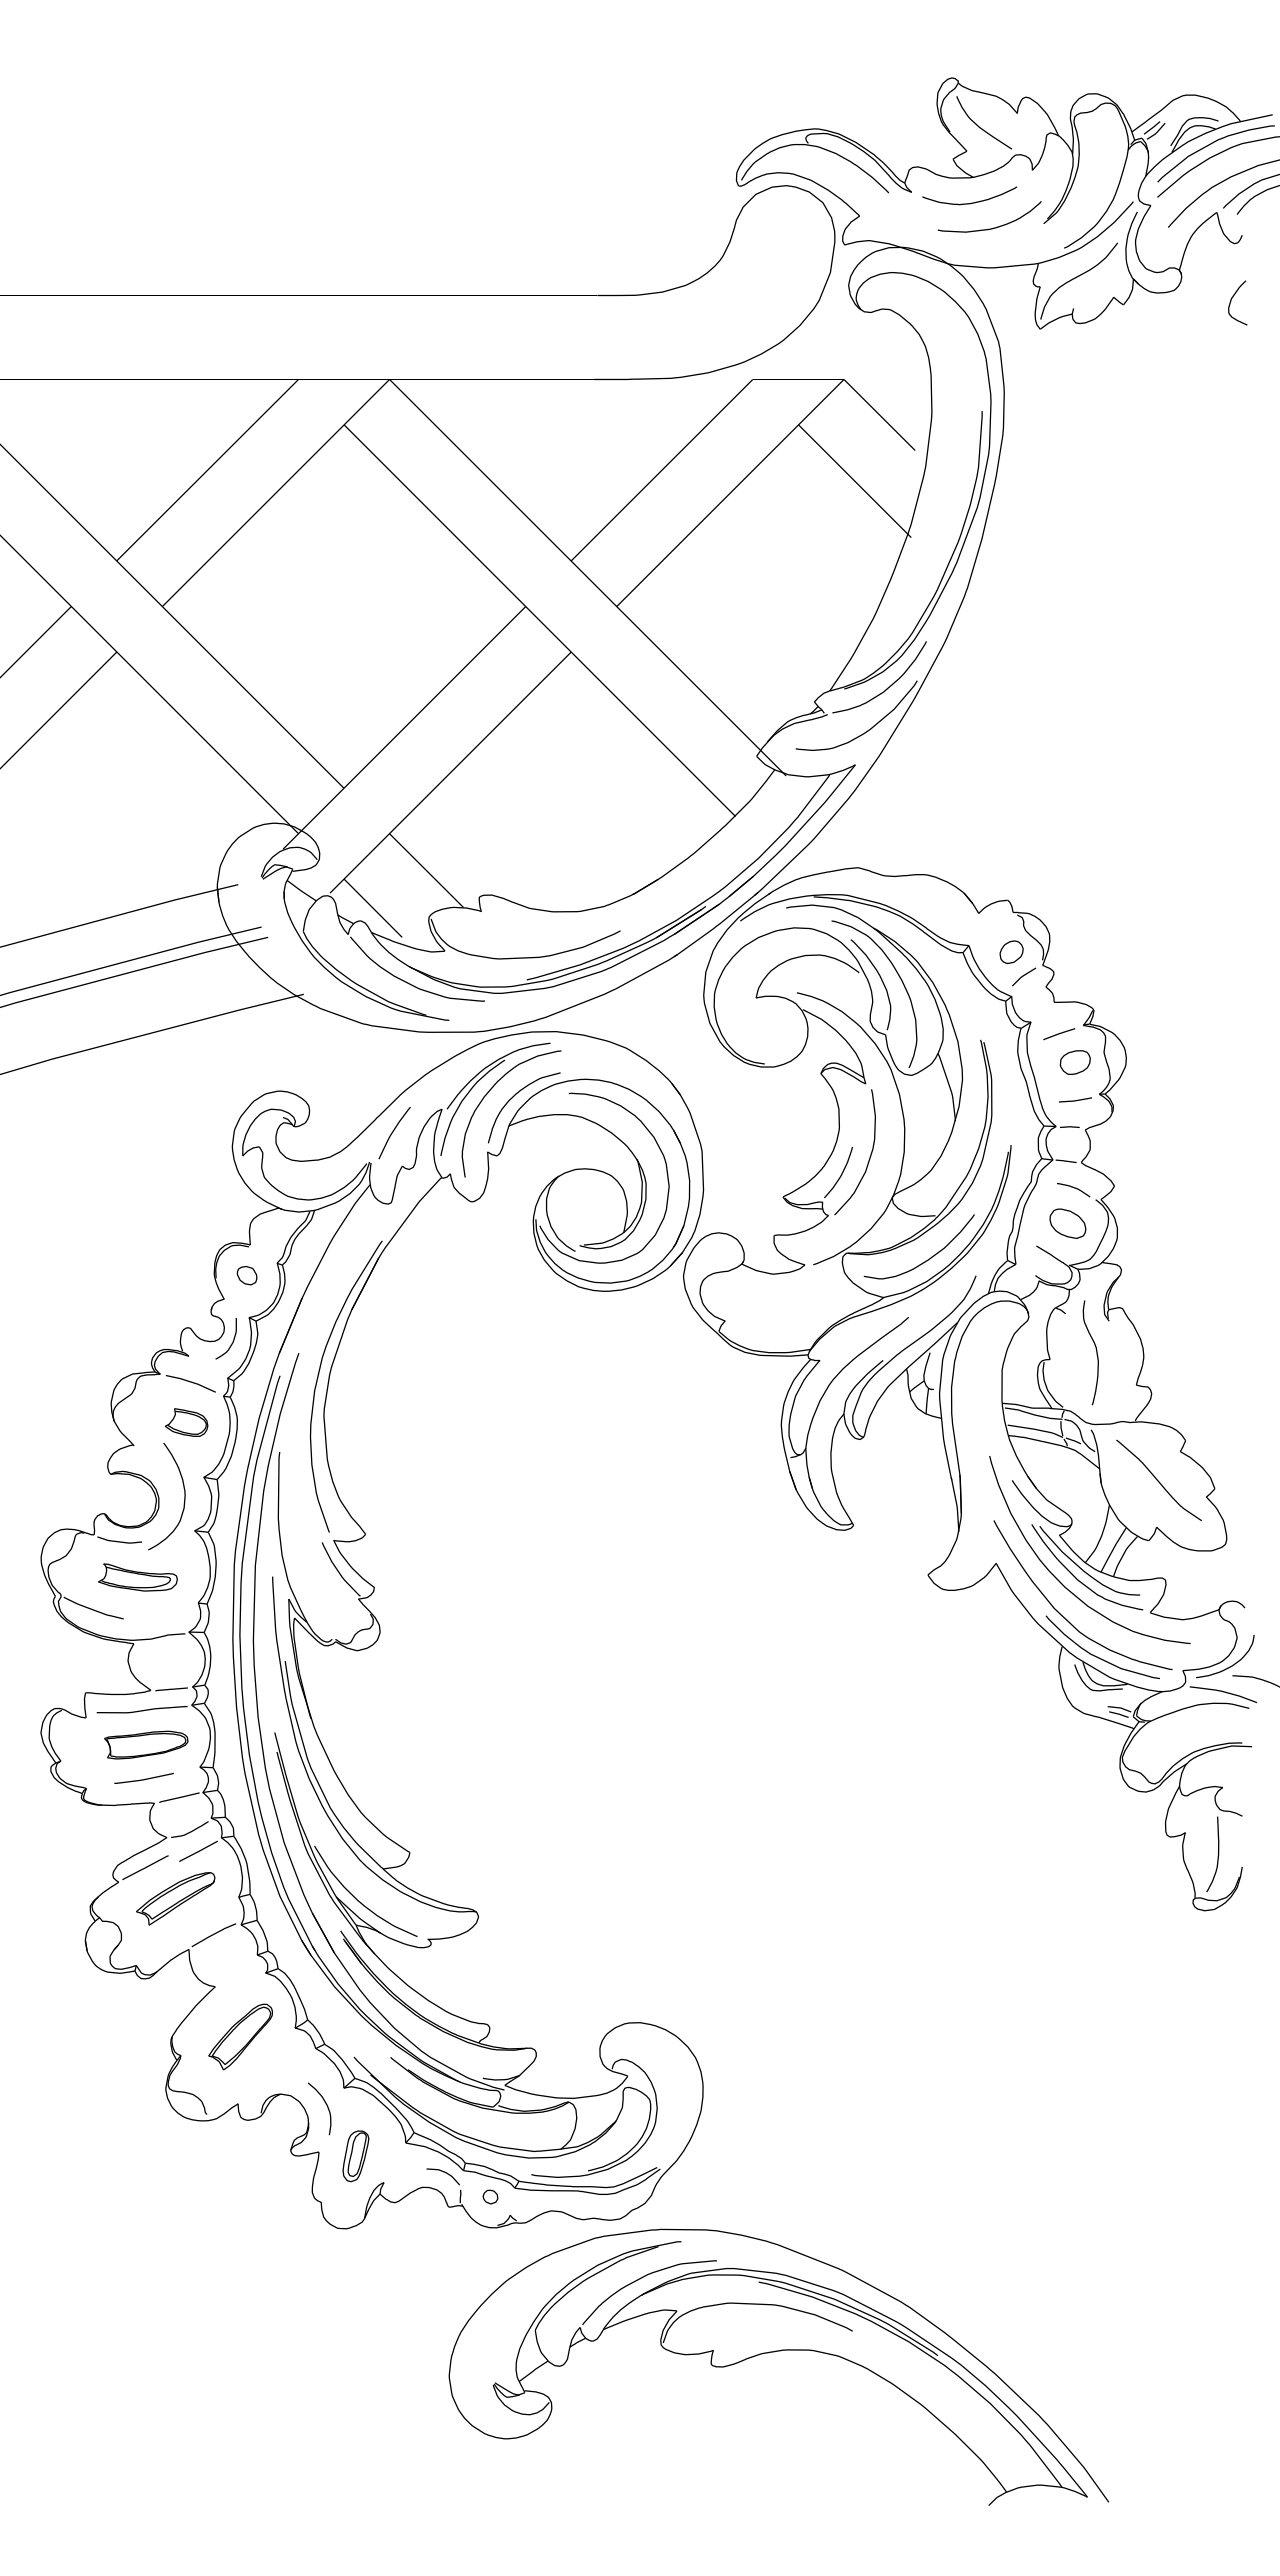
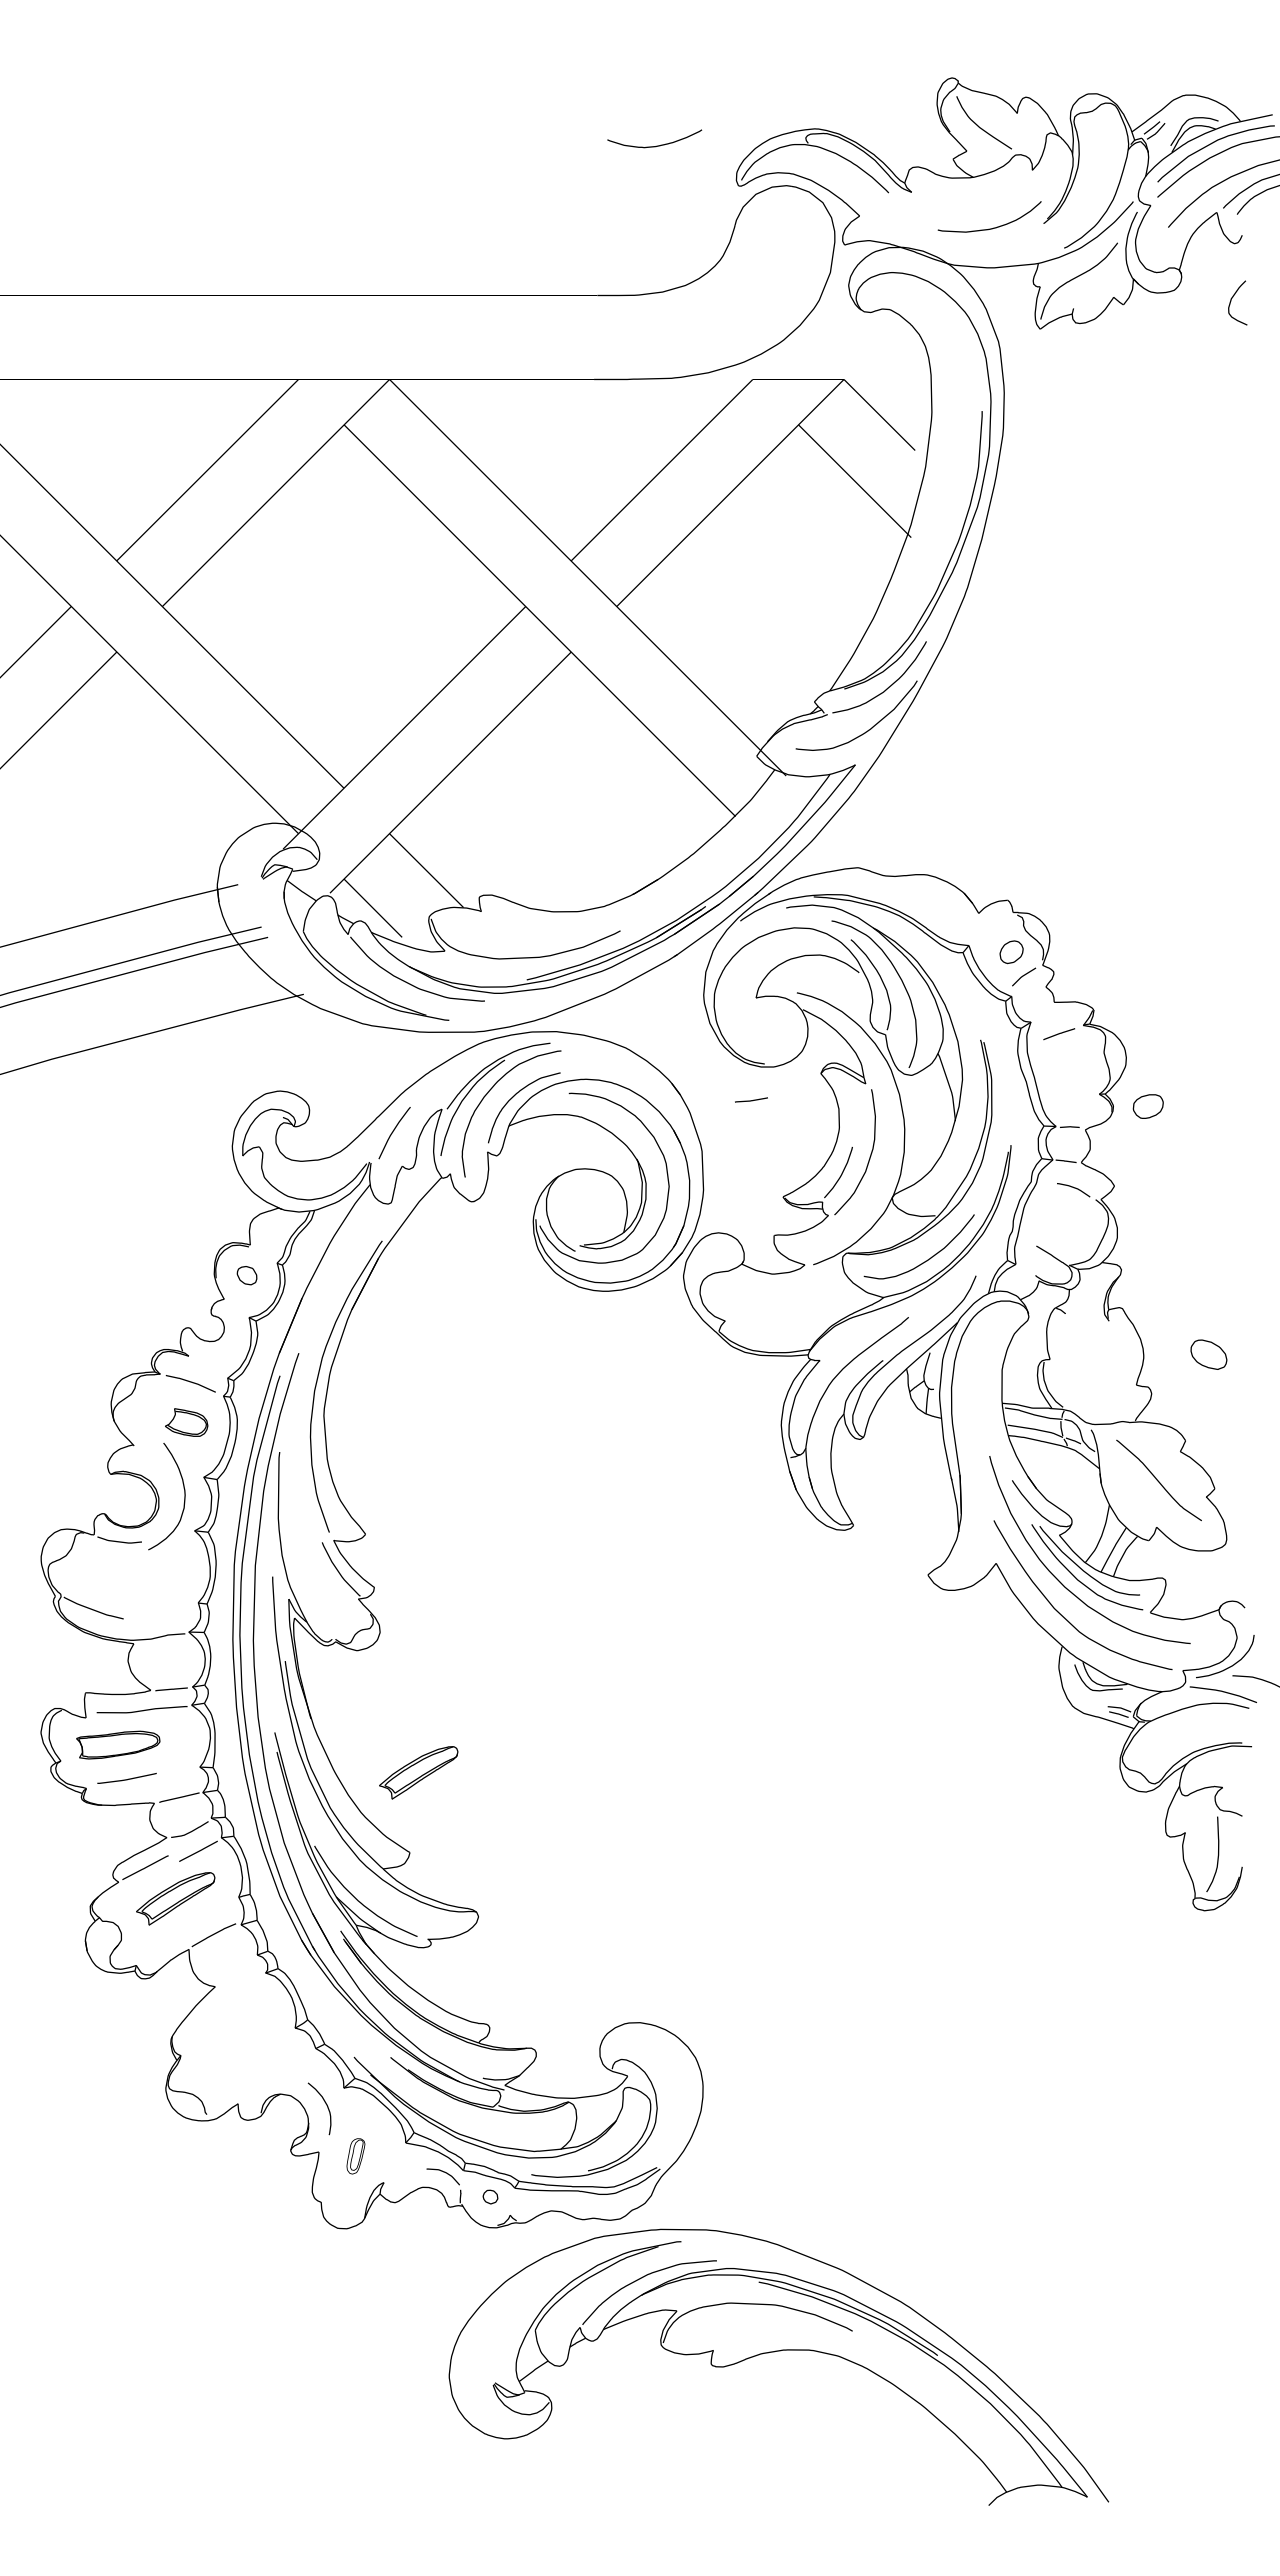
curve at (971, 202) position: (971, 202) -> (656, 145)
part at (1074, 1062) position: (1074, 1062) -> (1147, 1106)
curve at (1075, 1100) position: (1075, 1100) -> (751, 1100)
part at (1067, 1223) position: (1067, 1223) -> (1208, 1354)
curve at (232, 1341): present -> none
curve at (1096, 1352): present -> none
part at (137, 1577): present -> none
curve at (1097, 1656): present -> none
part at (146, 1744) position: (146, 1744) -> (118, 1744)
part at (418, 1772): none -> present
curve at (143, 1779) position: (143, 1779) -> (126, 1779)
part at (240, 2036): present -> none
part at (355, 2156) size: 28x53 px -> 20x37 px
